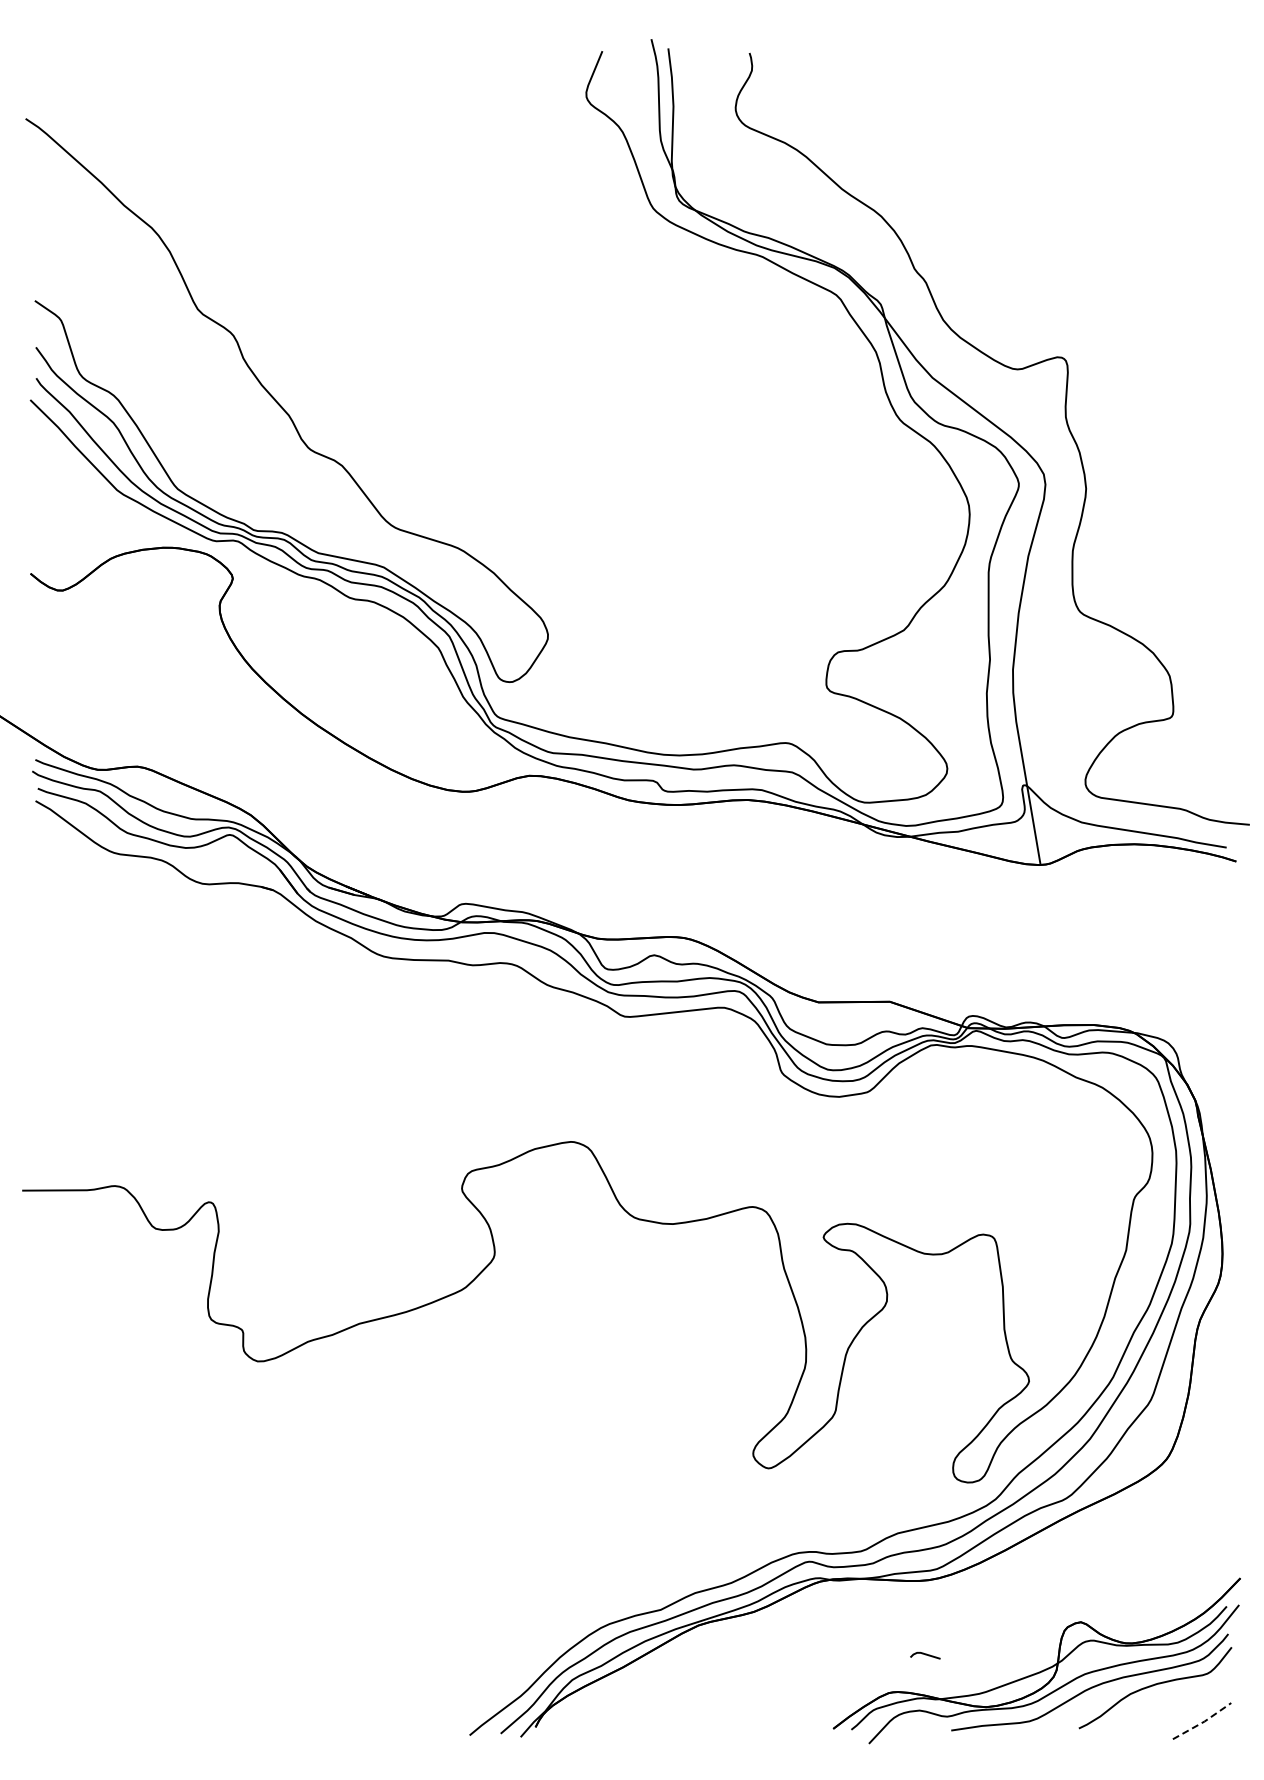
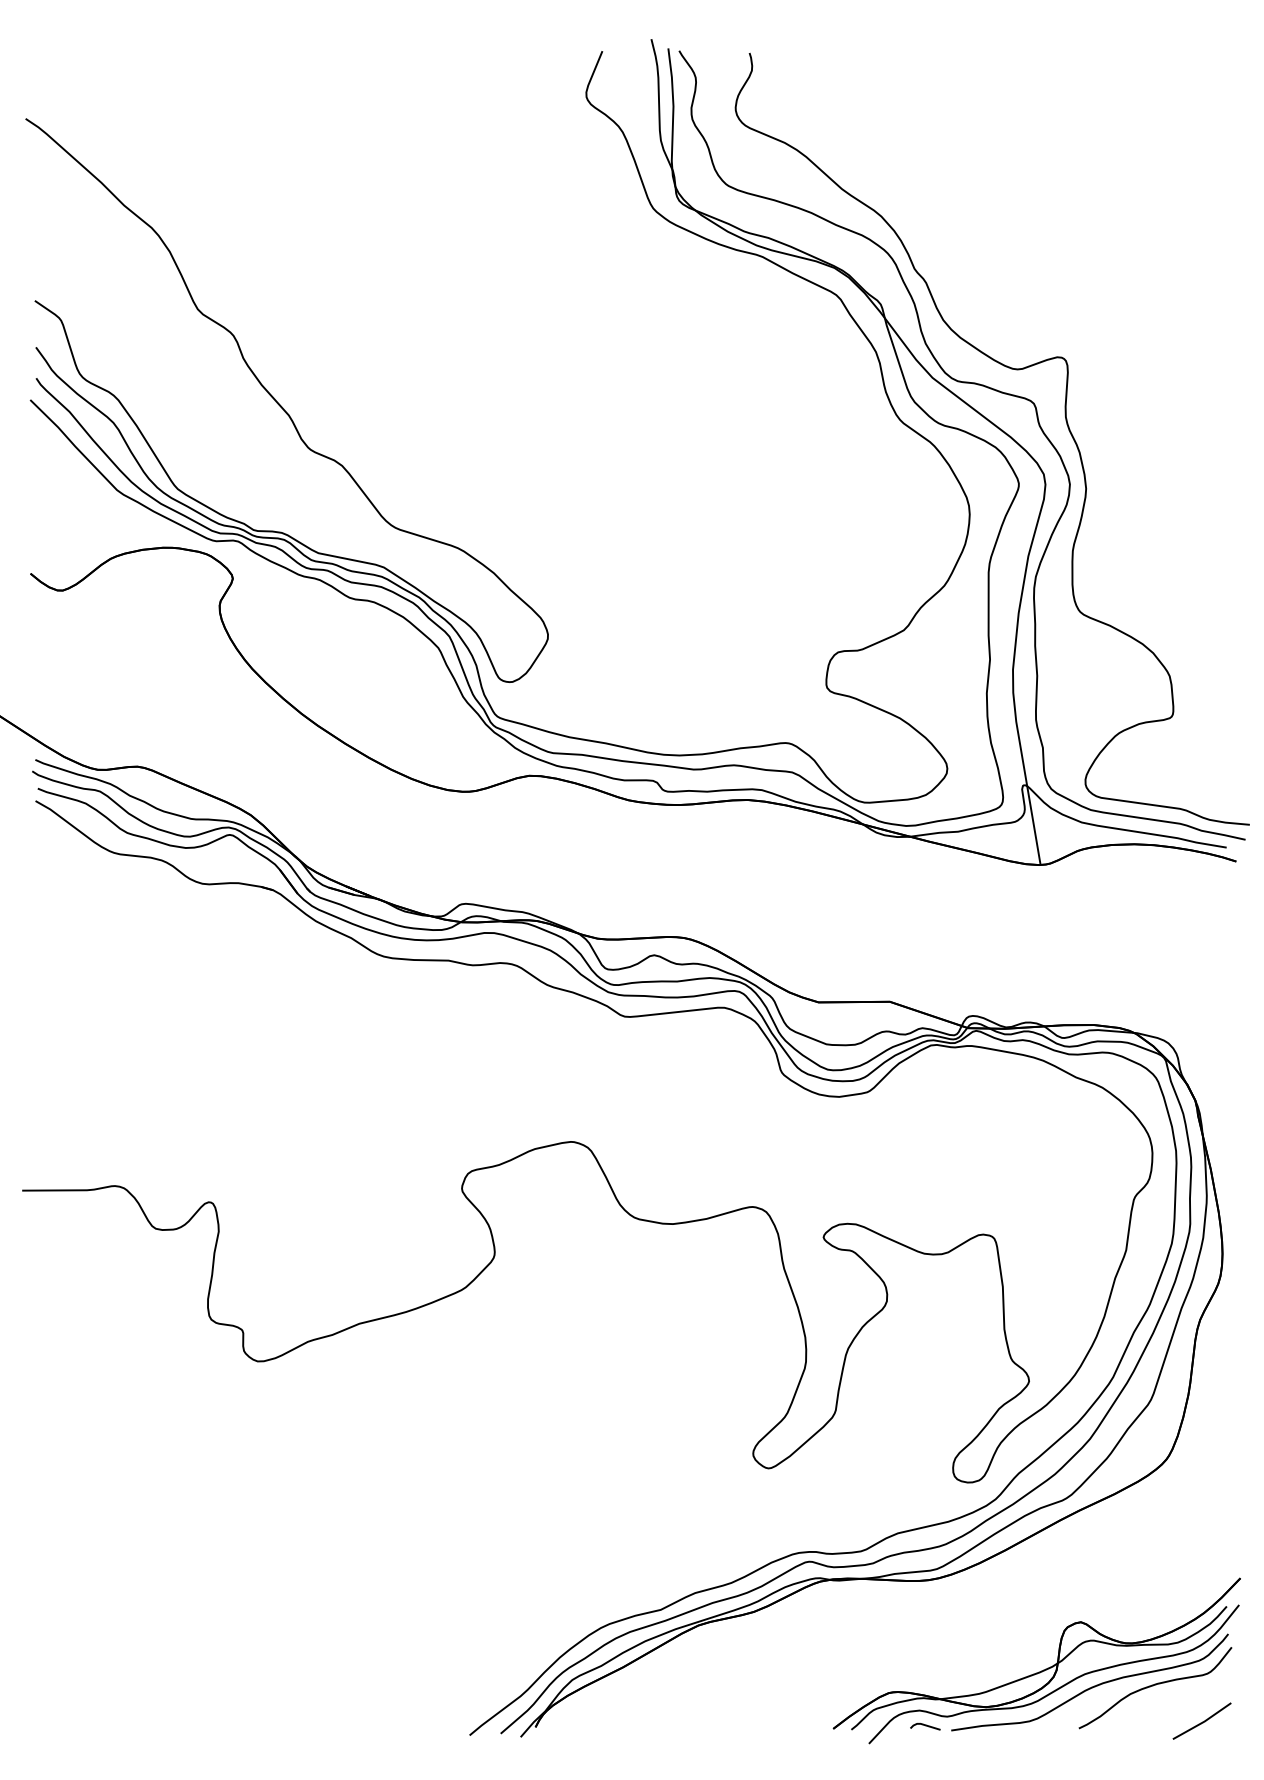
curve at (963, 383): none -> present
line at (925, 1655) position: (925, 1655) -> (925, 1726)
line at (1203, 1721): dashed -> solid
